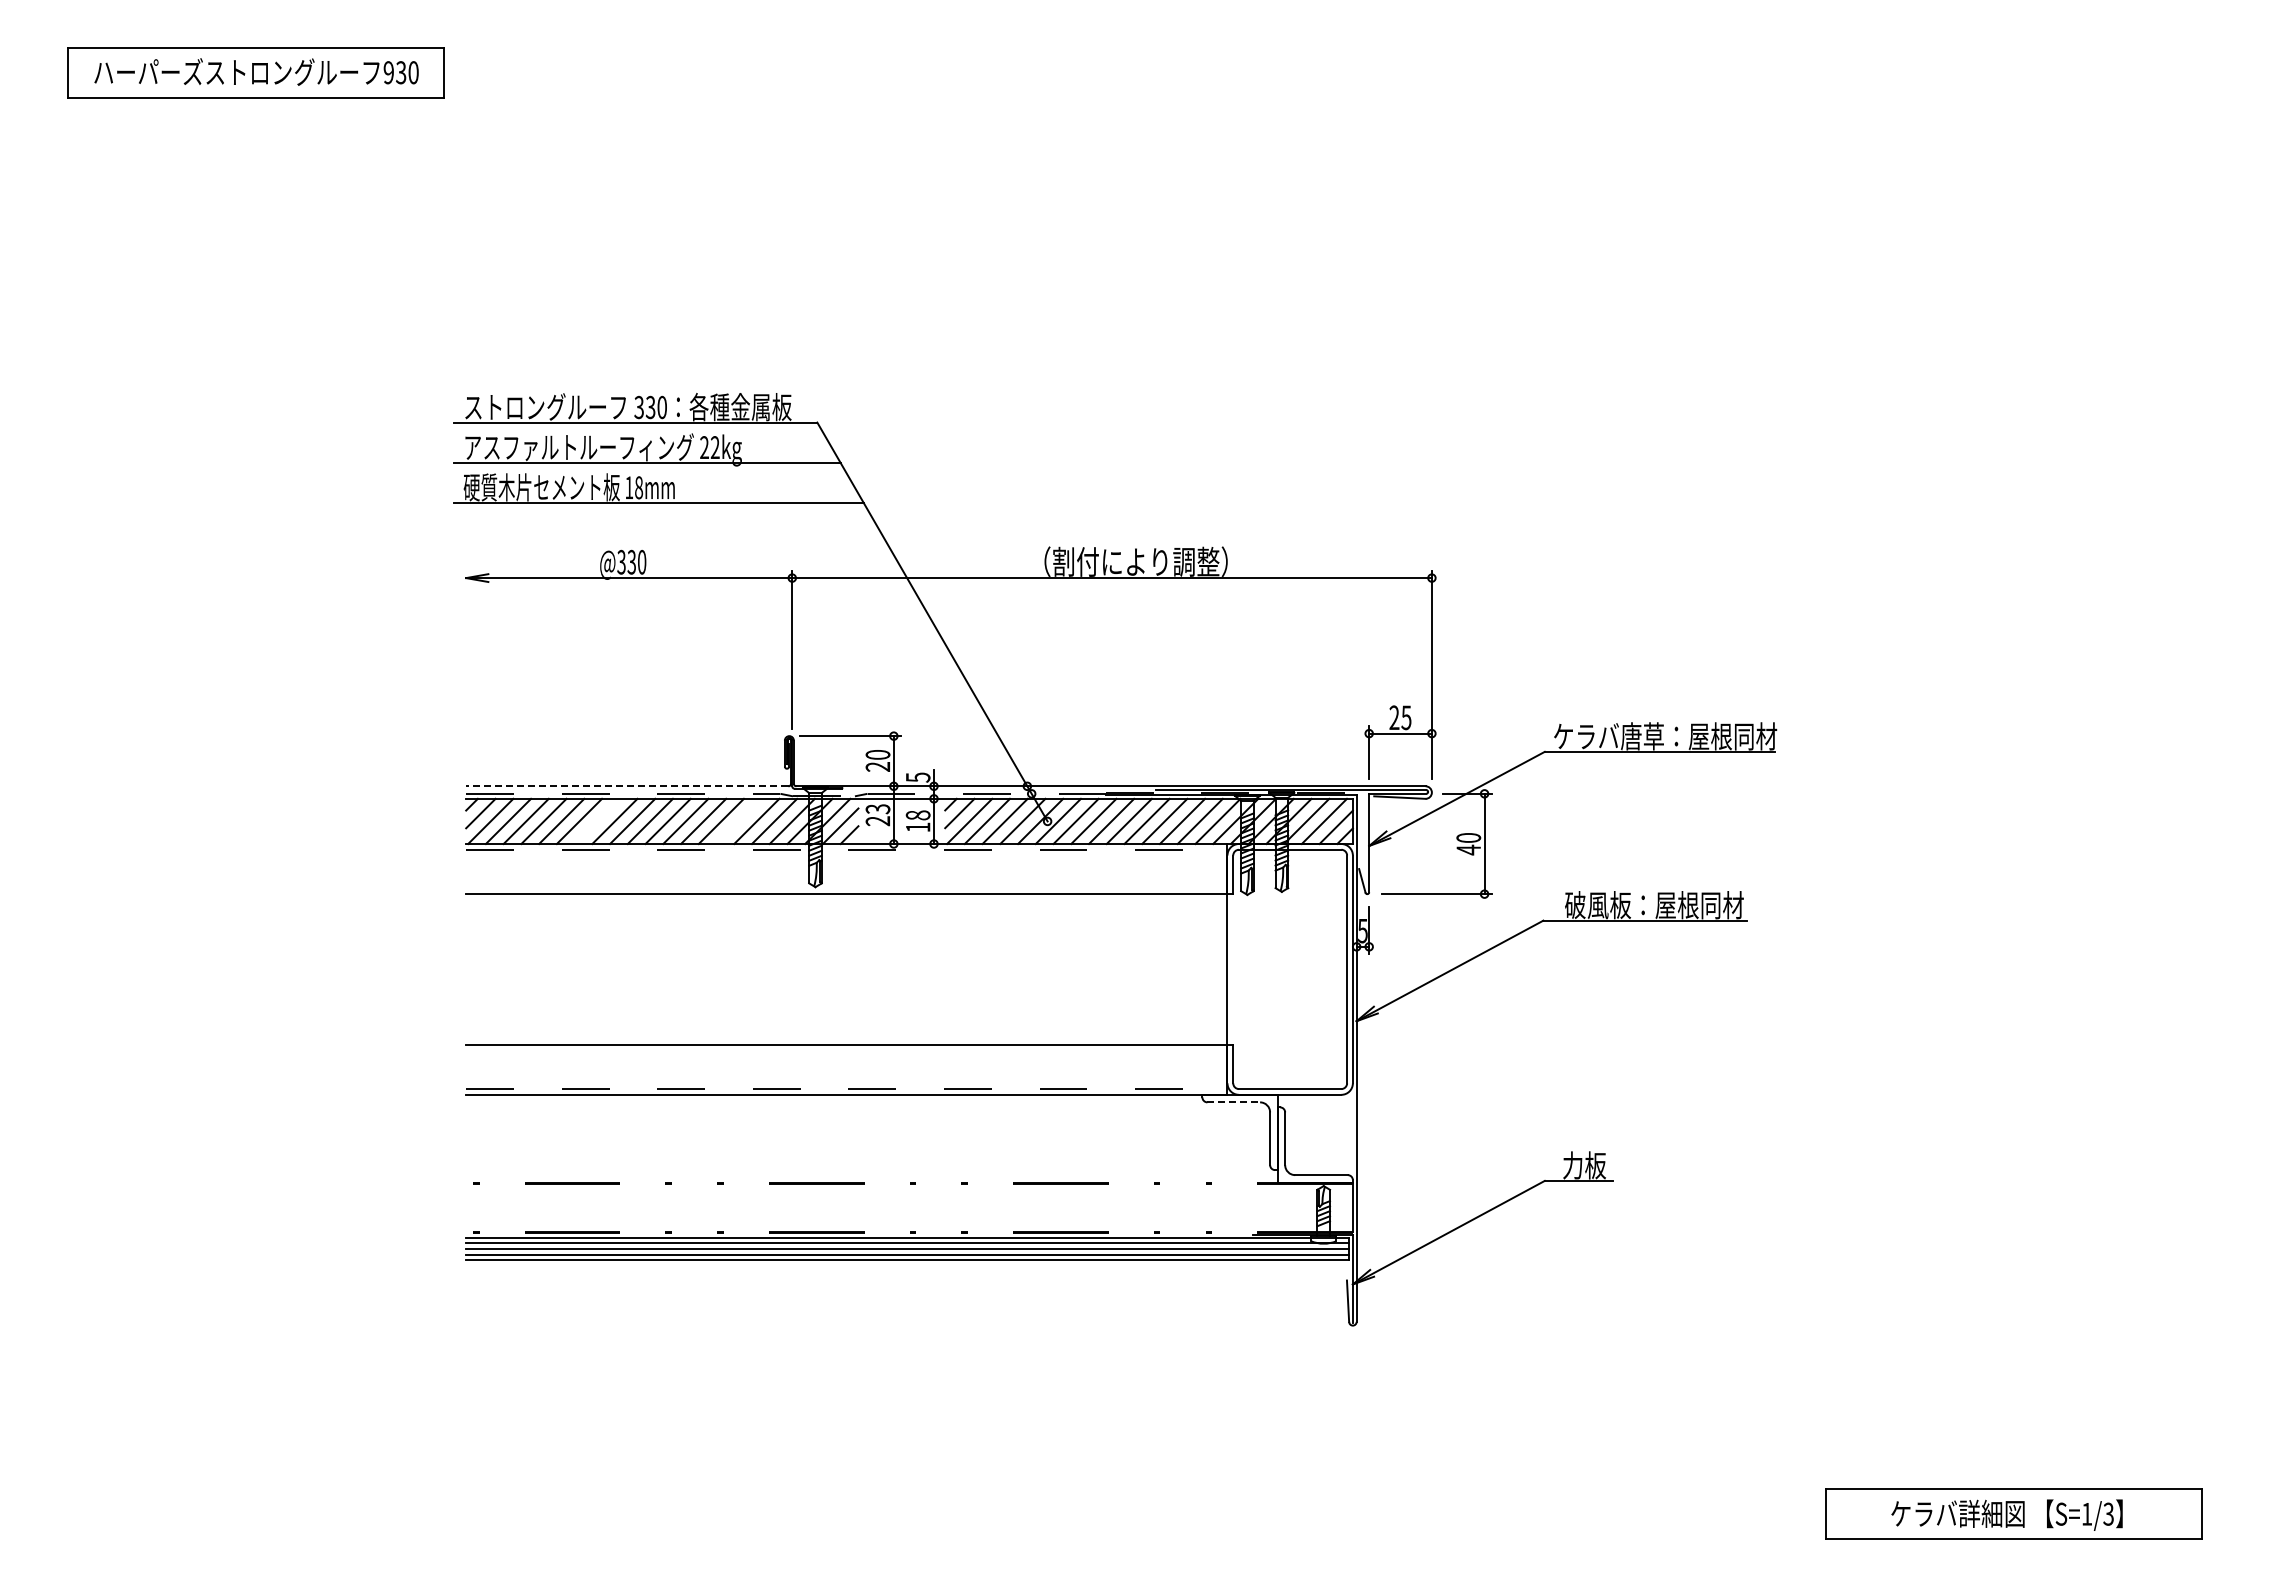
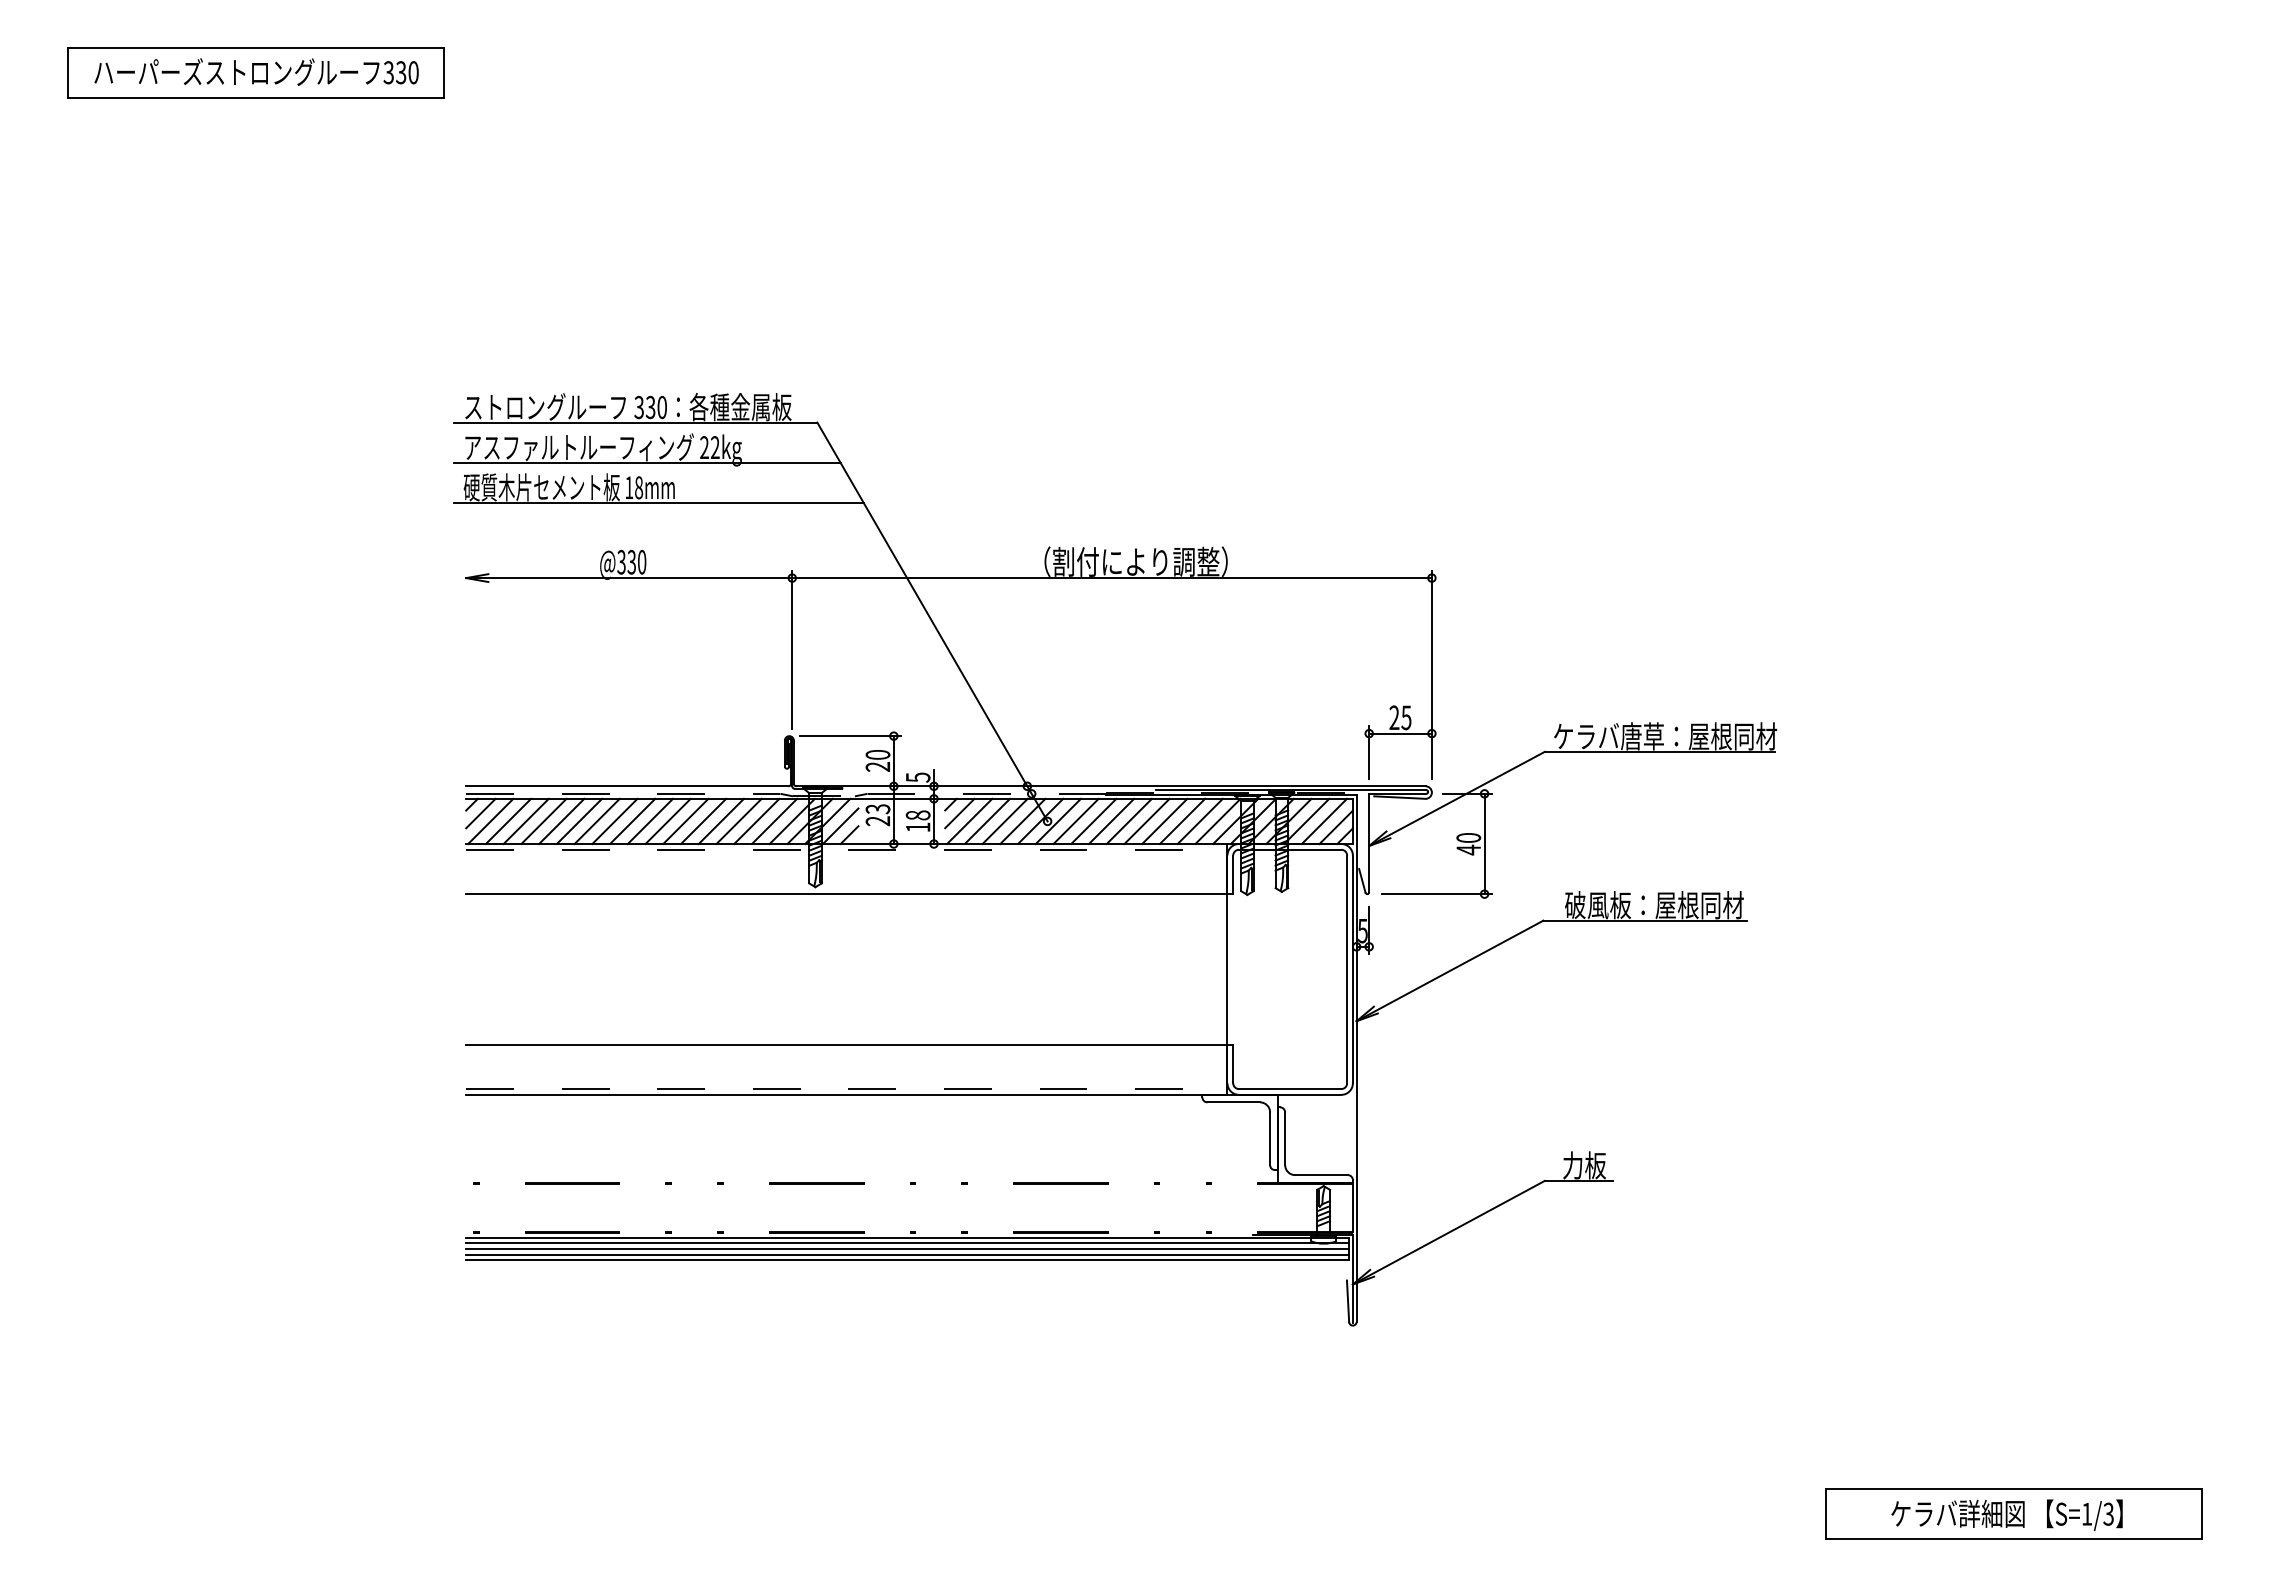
text at (388, 72): 930 -> 330
line at (626, 786): dashed -> solid
line at (596, 821): none -> present
line at (738, 821): none -> present
line at (1234, 1102): dashed -> solid
